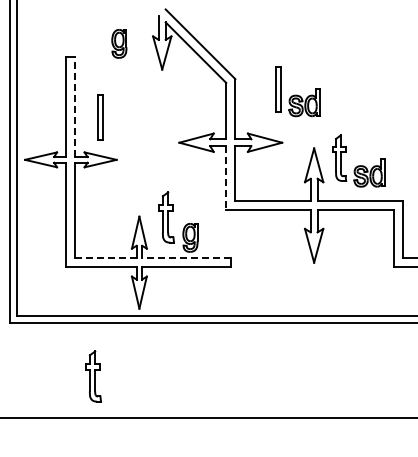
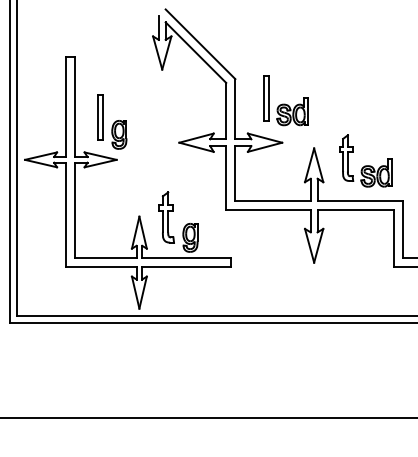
part at (119, 43) position: (119, 43) -> (119, 134)
part at (297, 91) position: (297, 91) -> (285, 100)
line at (75, 107): dashed -> solid
part at (358, 160) position: (358, 160) -> (365, 160)
line at (226, 178): dashed -> solid
line at (105, 258): dashed -> solid
line at (186, 258): dashed -> solid
part at (93, 376): present -> none
